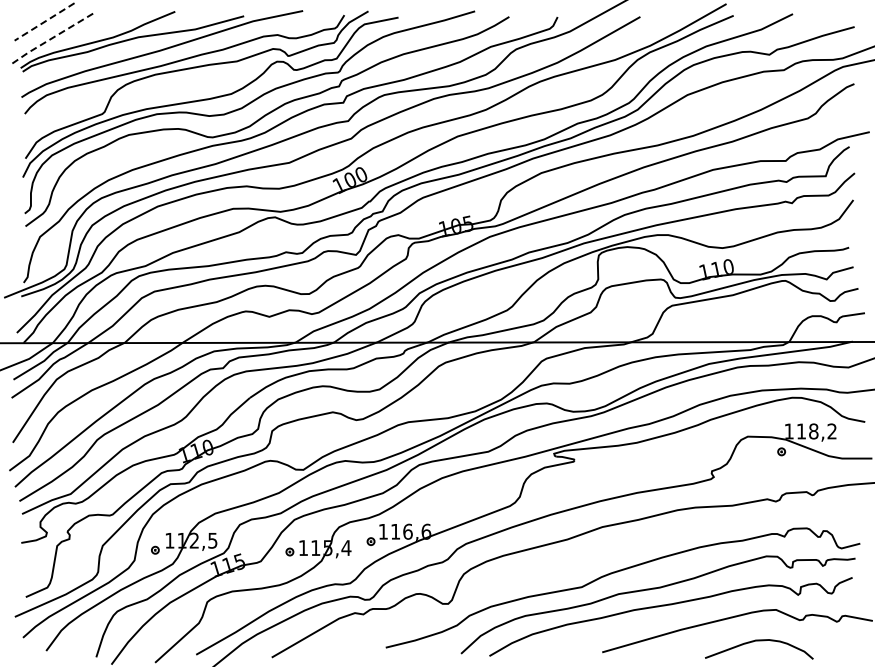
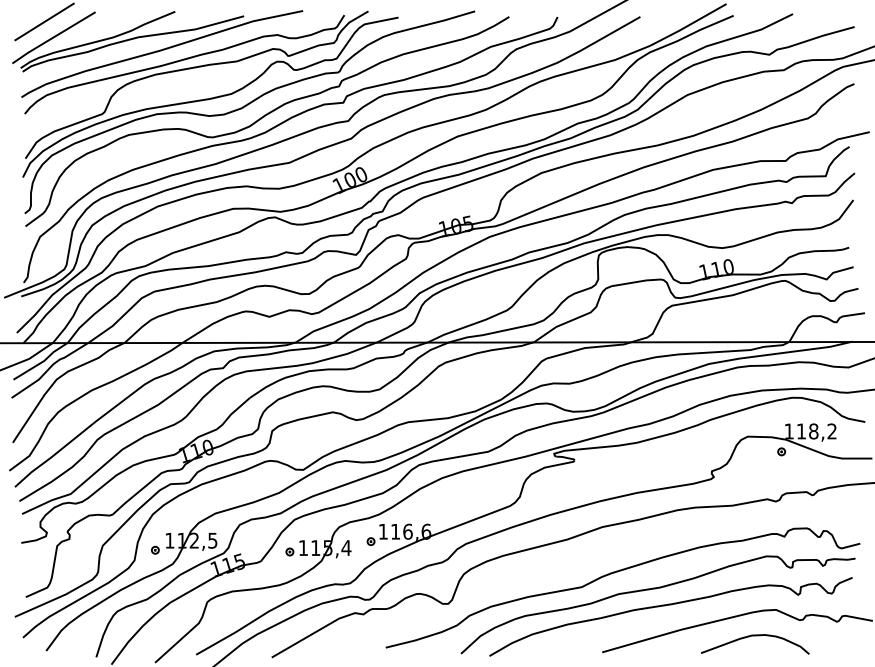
line at (44, 22): dashed -> solid
line at (53, 37): dashed -> solid
curve at (759, 641) position: (759, 641) -> (755, 636)
